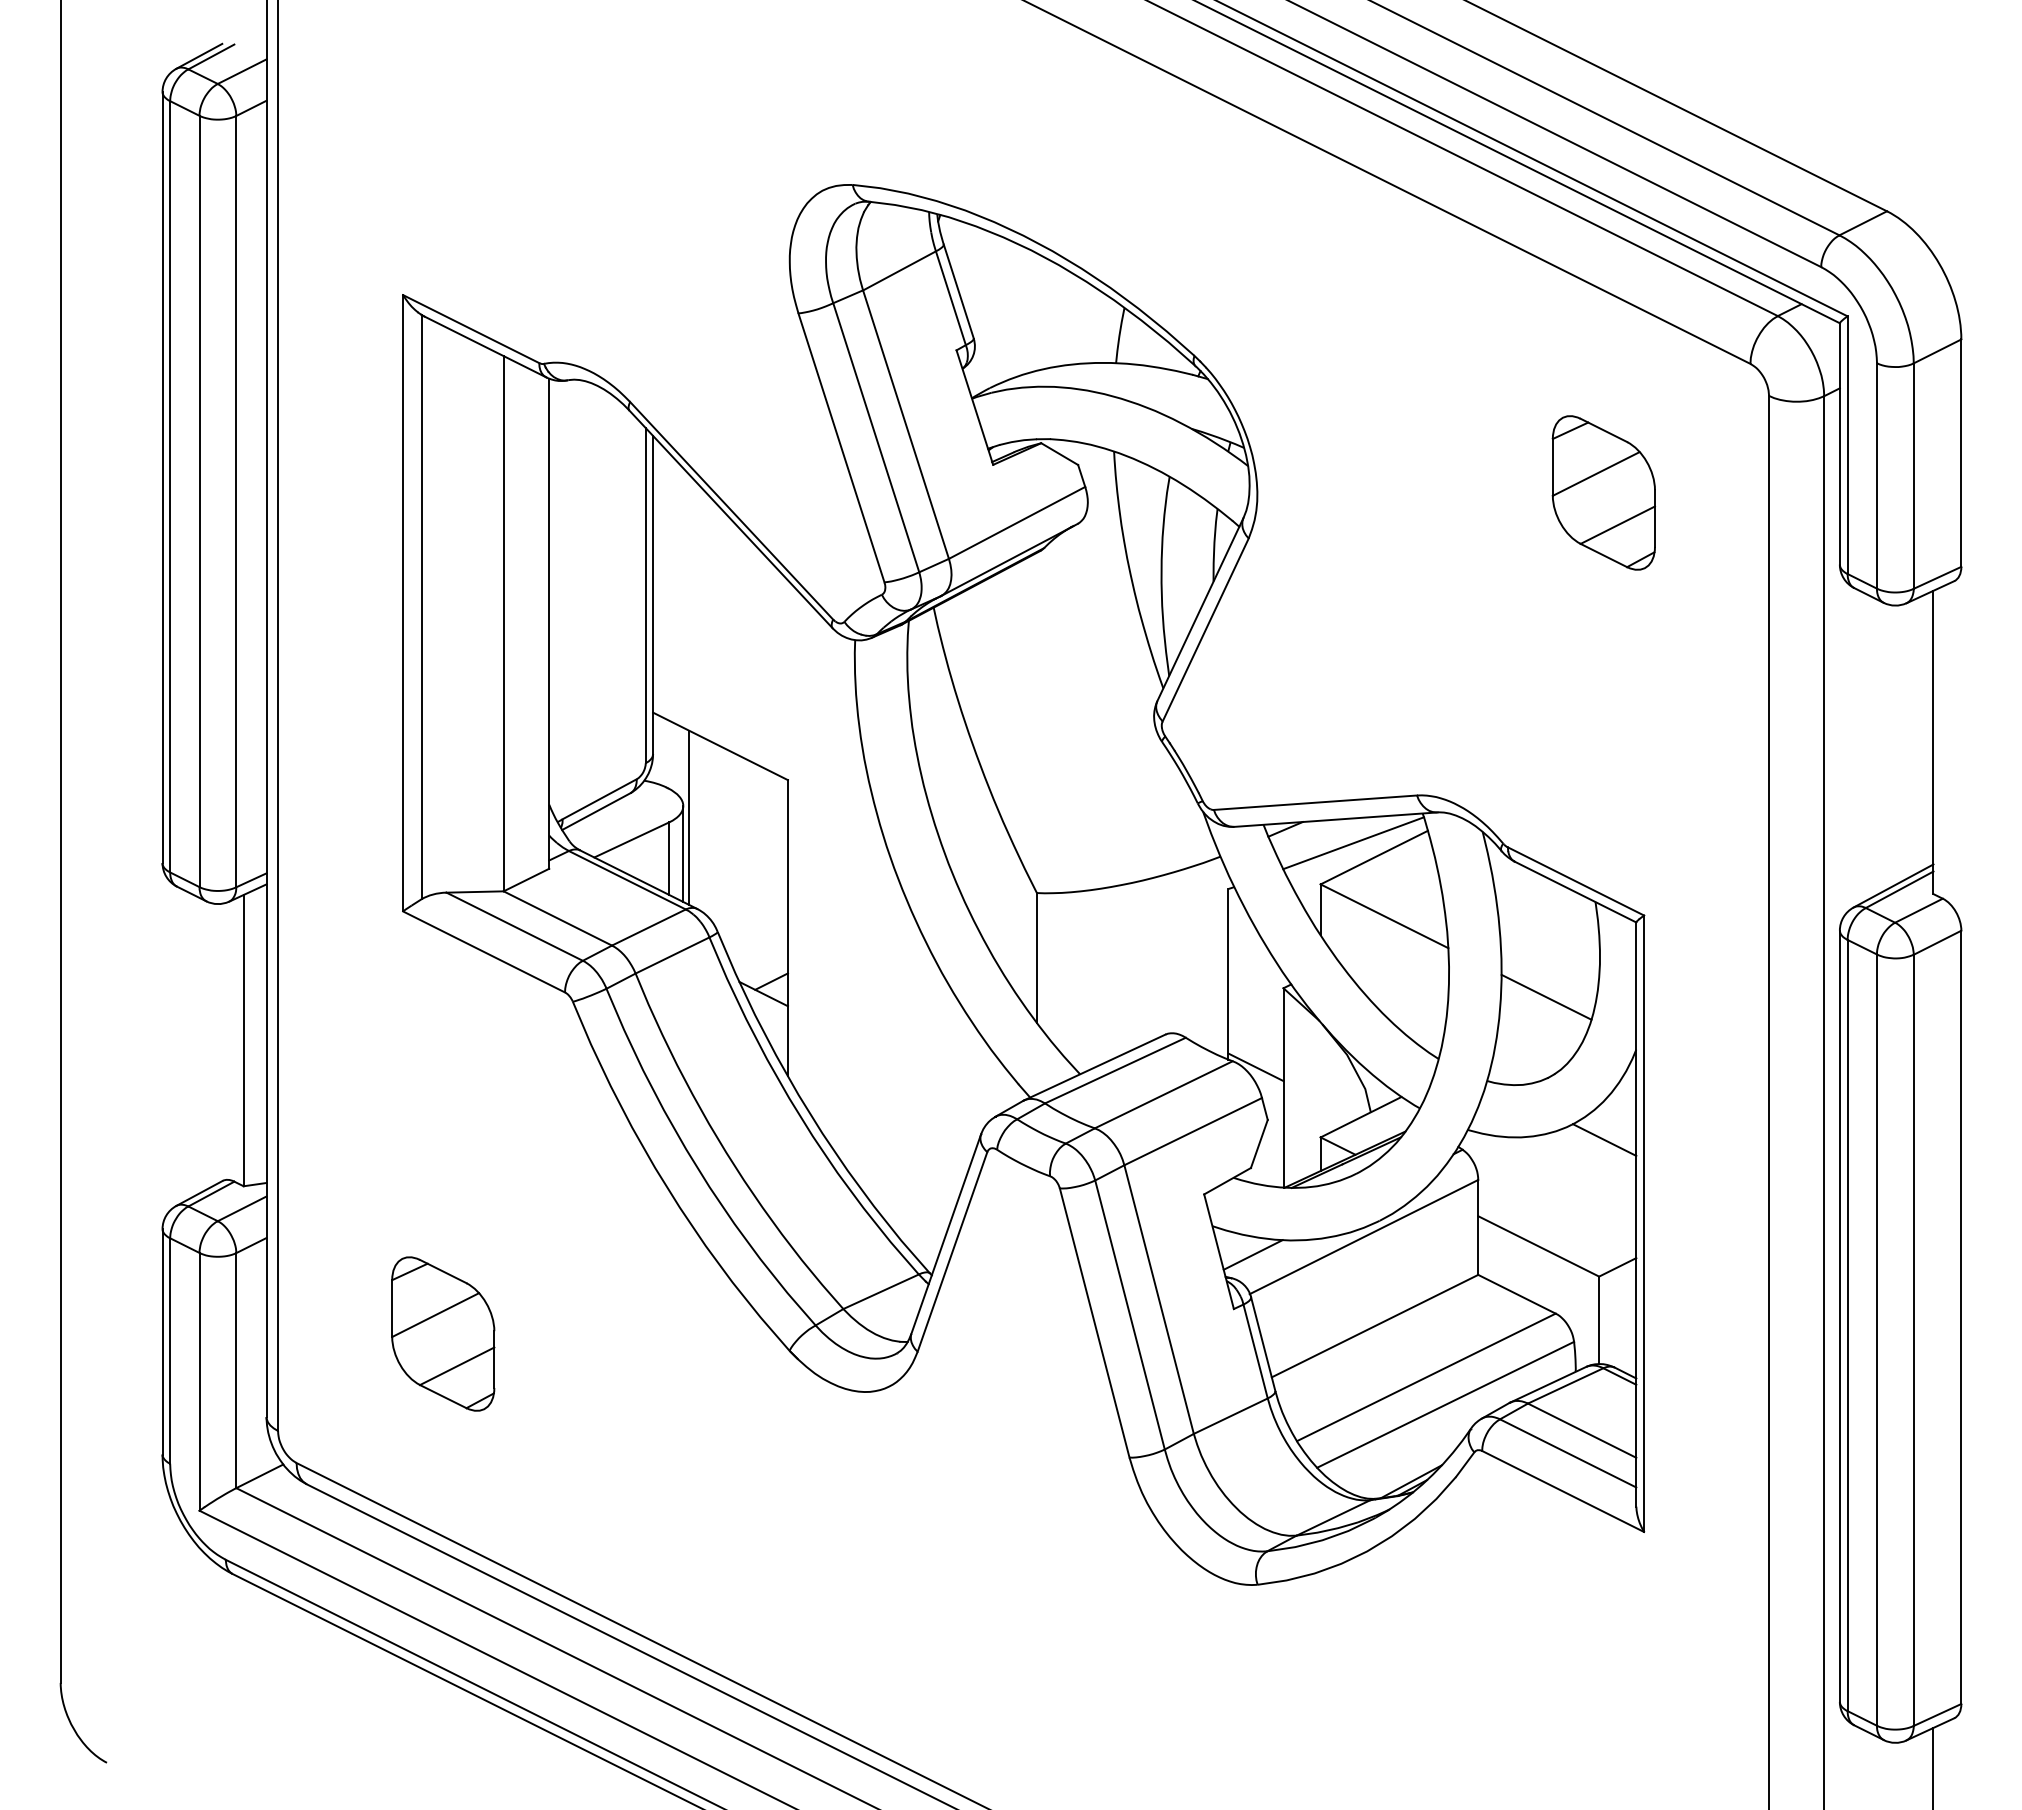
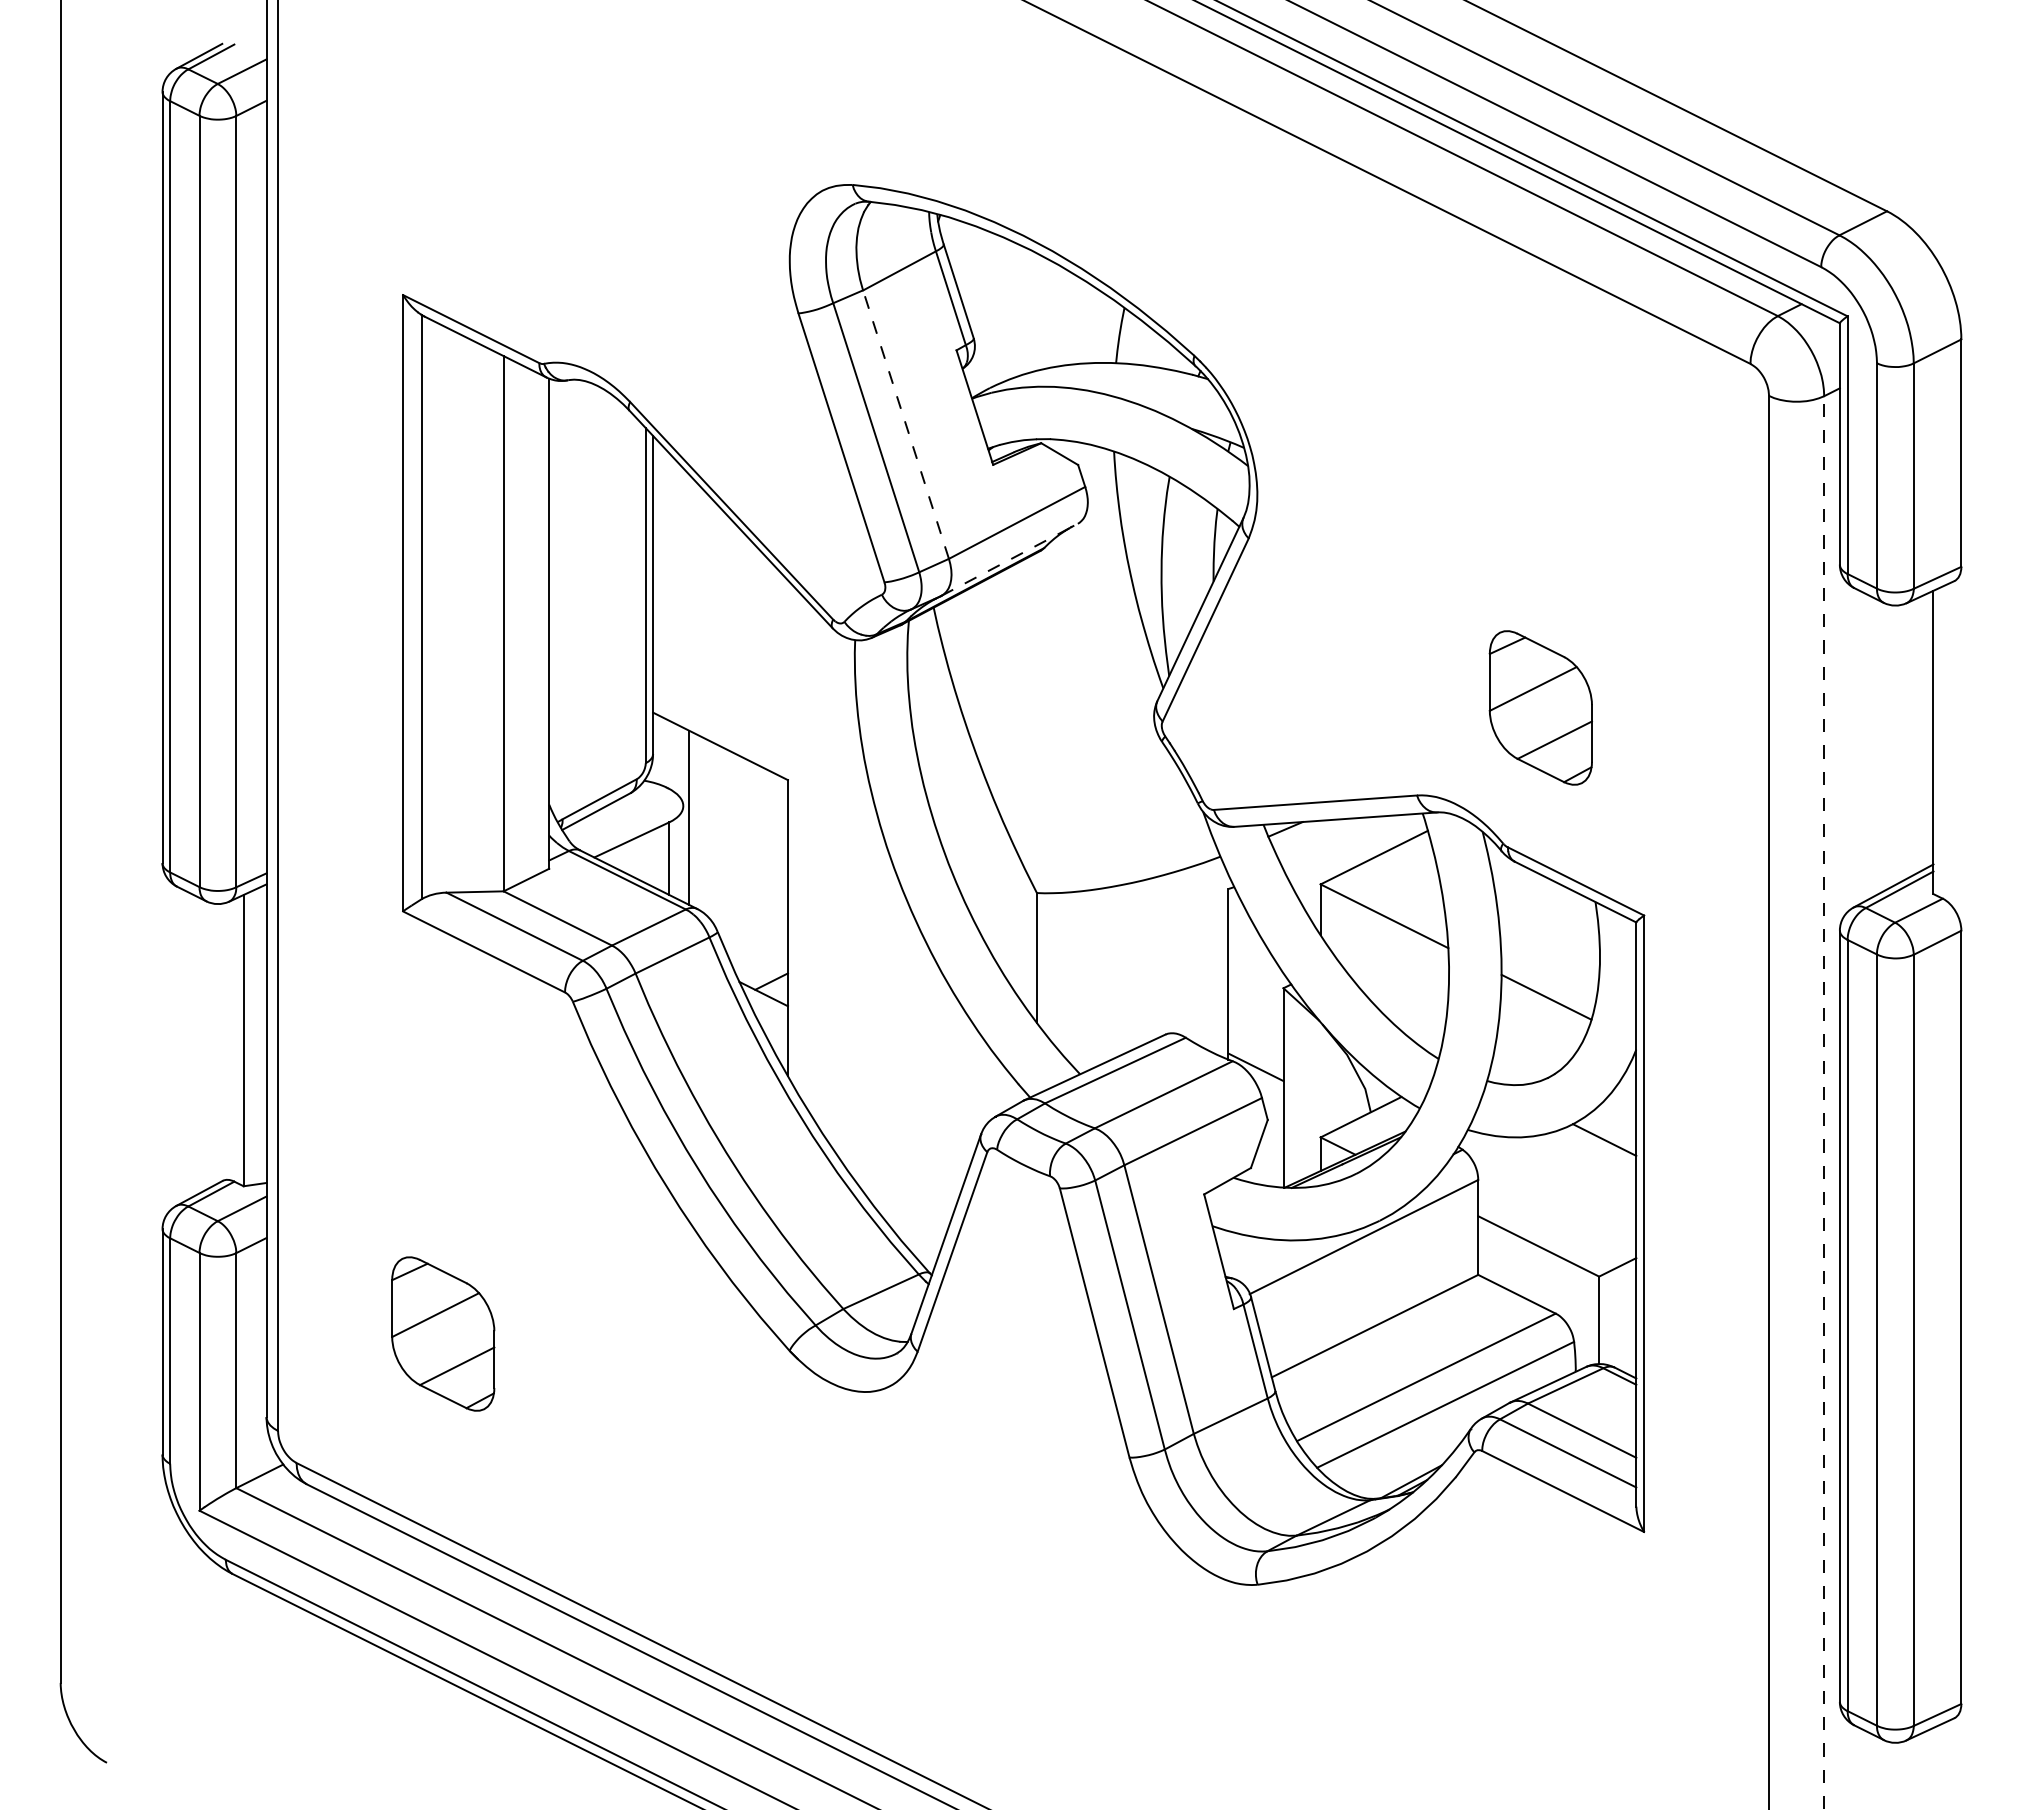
line at (906, 424): solid -> dashed
part at (1603, 492) position: (1603, 492) -> (1540, 707)
line at (1010, 559): solid -> dashed
line at (1353, 843): present -> none
line at (683, 853): present -> none
line at (1824, 1103): solid -> dashed
line at (1252, 1254): present -> none
line at (1933, 1766): present -> none
